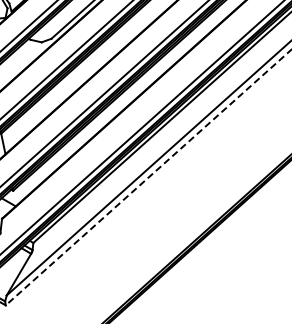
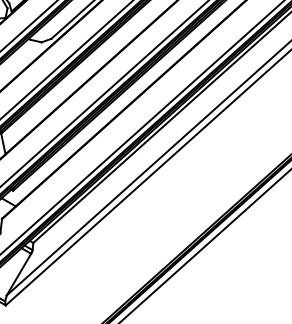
line at (148, 177): dashed -> solid
line at (205, 245): none -> present
